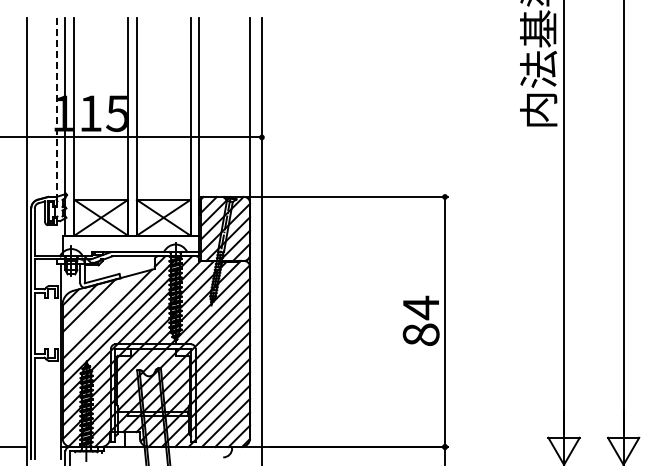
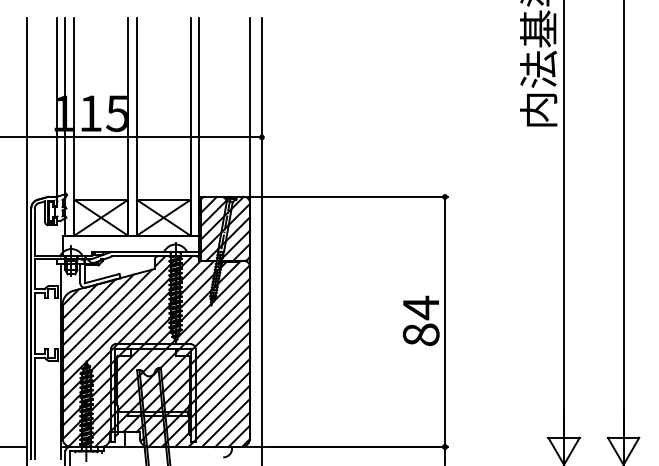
line at (56, 108): dashed -> solid
line at (97, 309): none -> present
